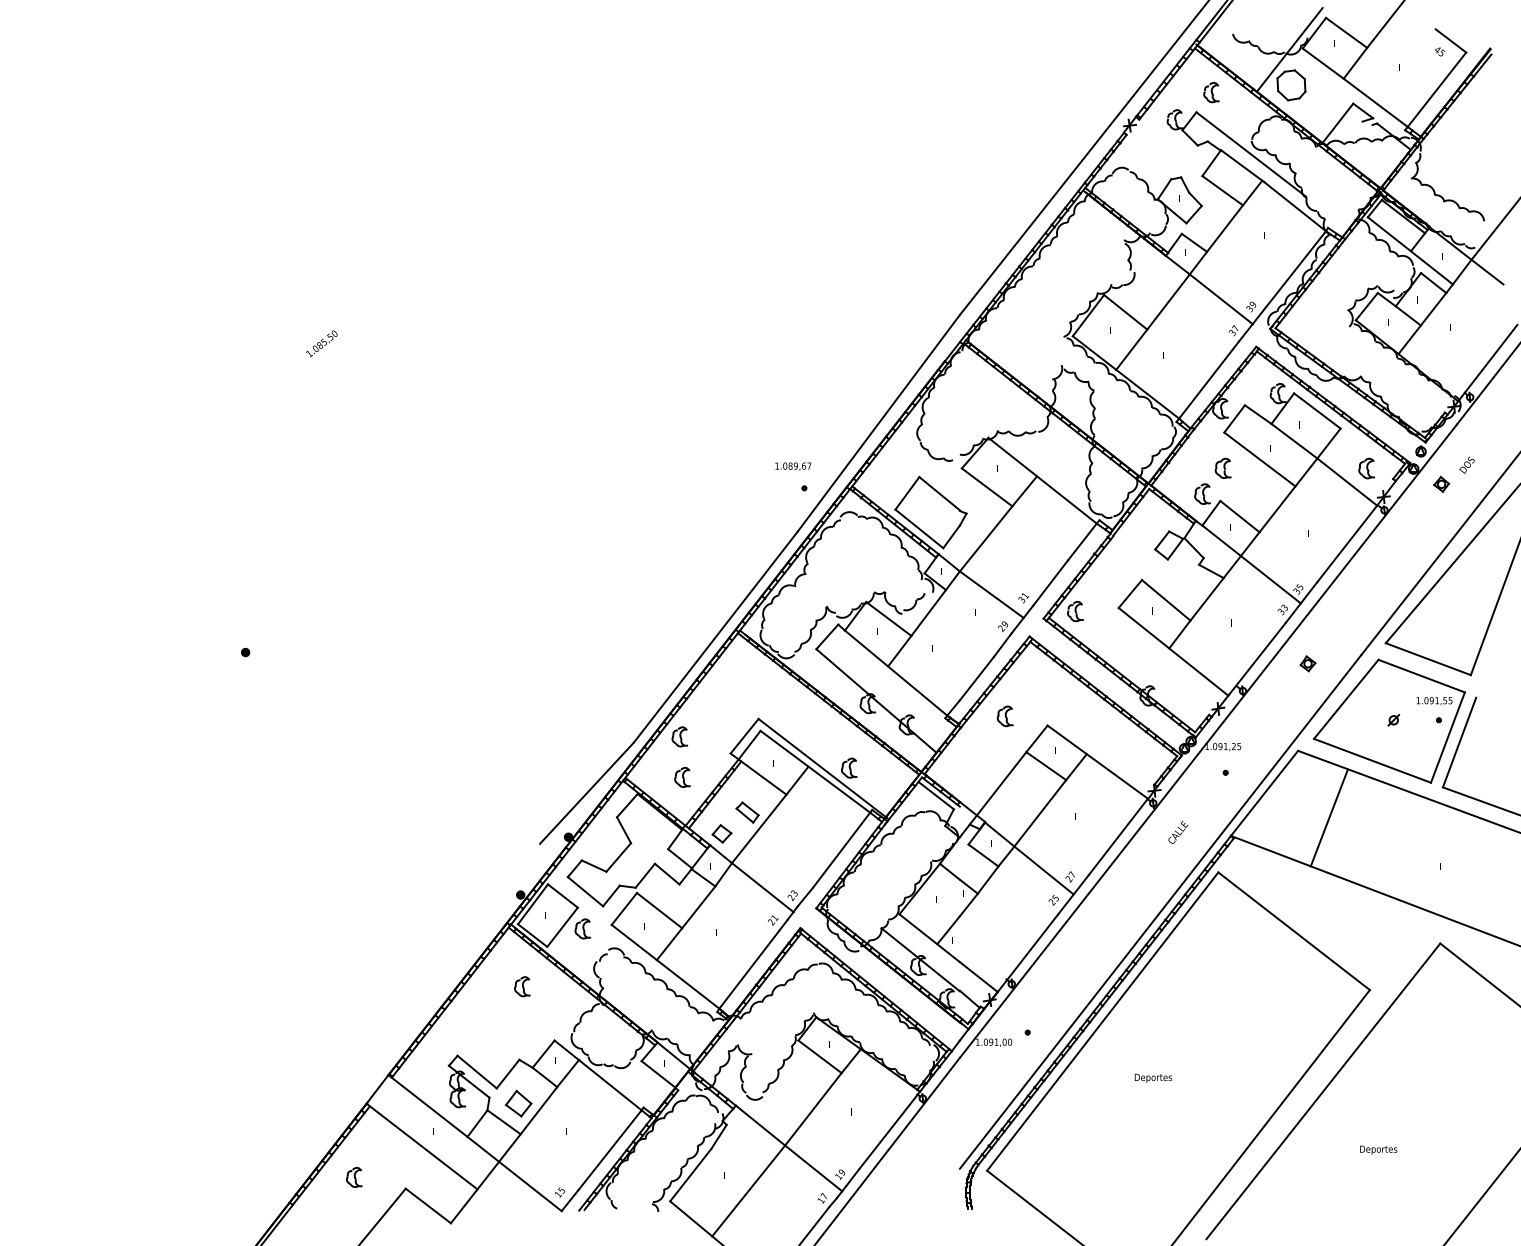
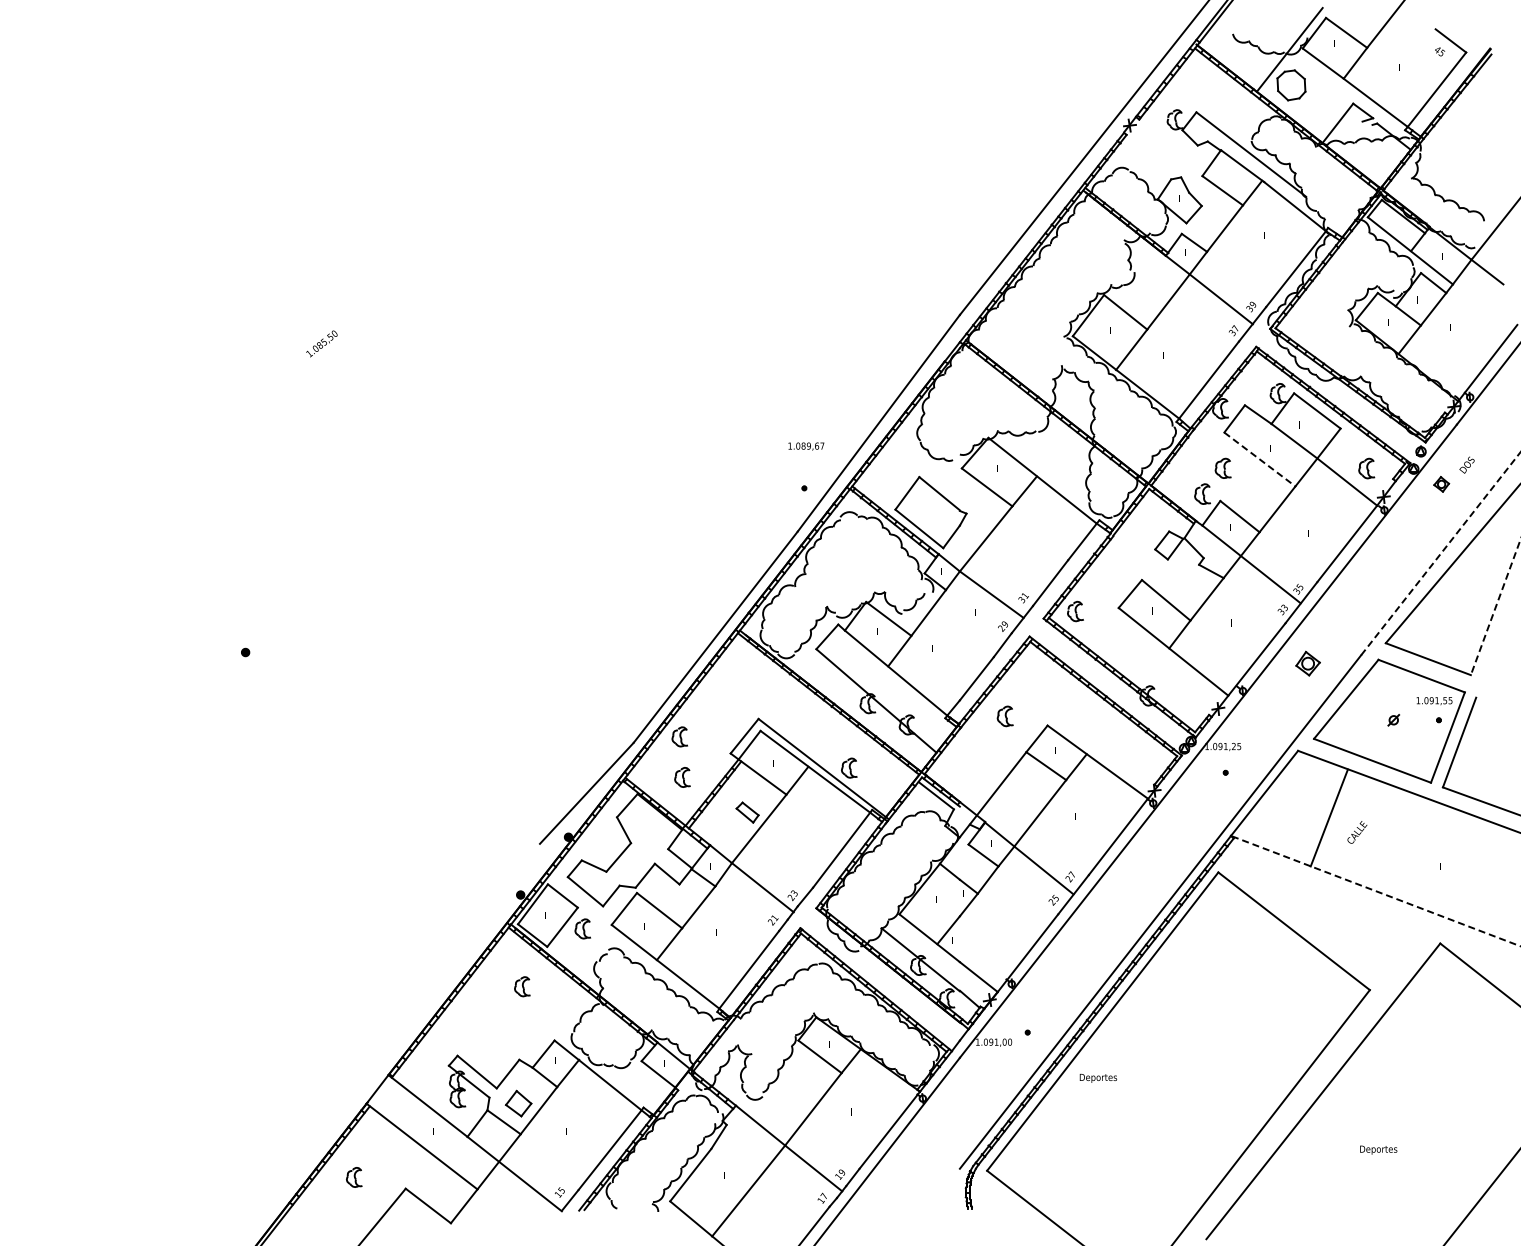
part at (1211, 92): present -> none
line at (1259, 459): solid -> dashed
text at (793, 466) position: (793, 466) -> (806, 446)
line at (1441, 553): solid -> dashed
line at (1495, 607): solid -> dashed
part at (1307, 663) size: 18x18 px -> 26x27 px
text at (1178, 832) position: (1178, 832) -> (1357, 832)
part at (721, 833): present -> none
line at (1375, 891): solid -> dashed
text at (1153, 1077) position: (1153, 1077) -> (1098, 1077)
